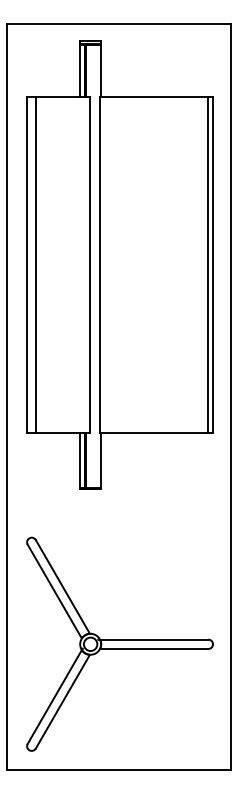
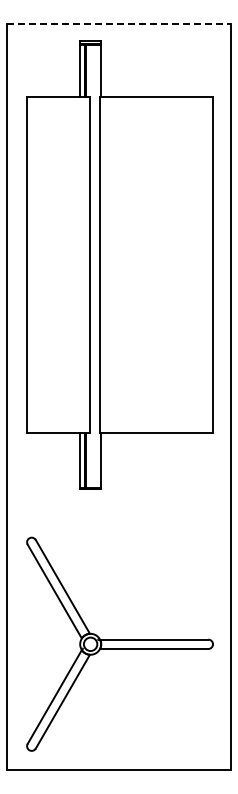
line at (118, 23): solid -> dashed
line at (35, 265): present -> none
line at (208, 265): present -> none
